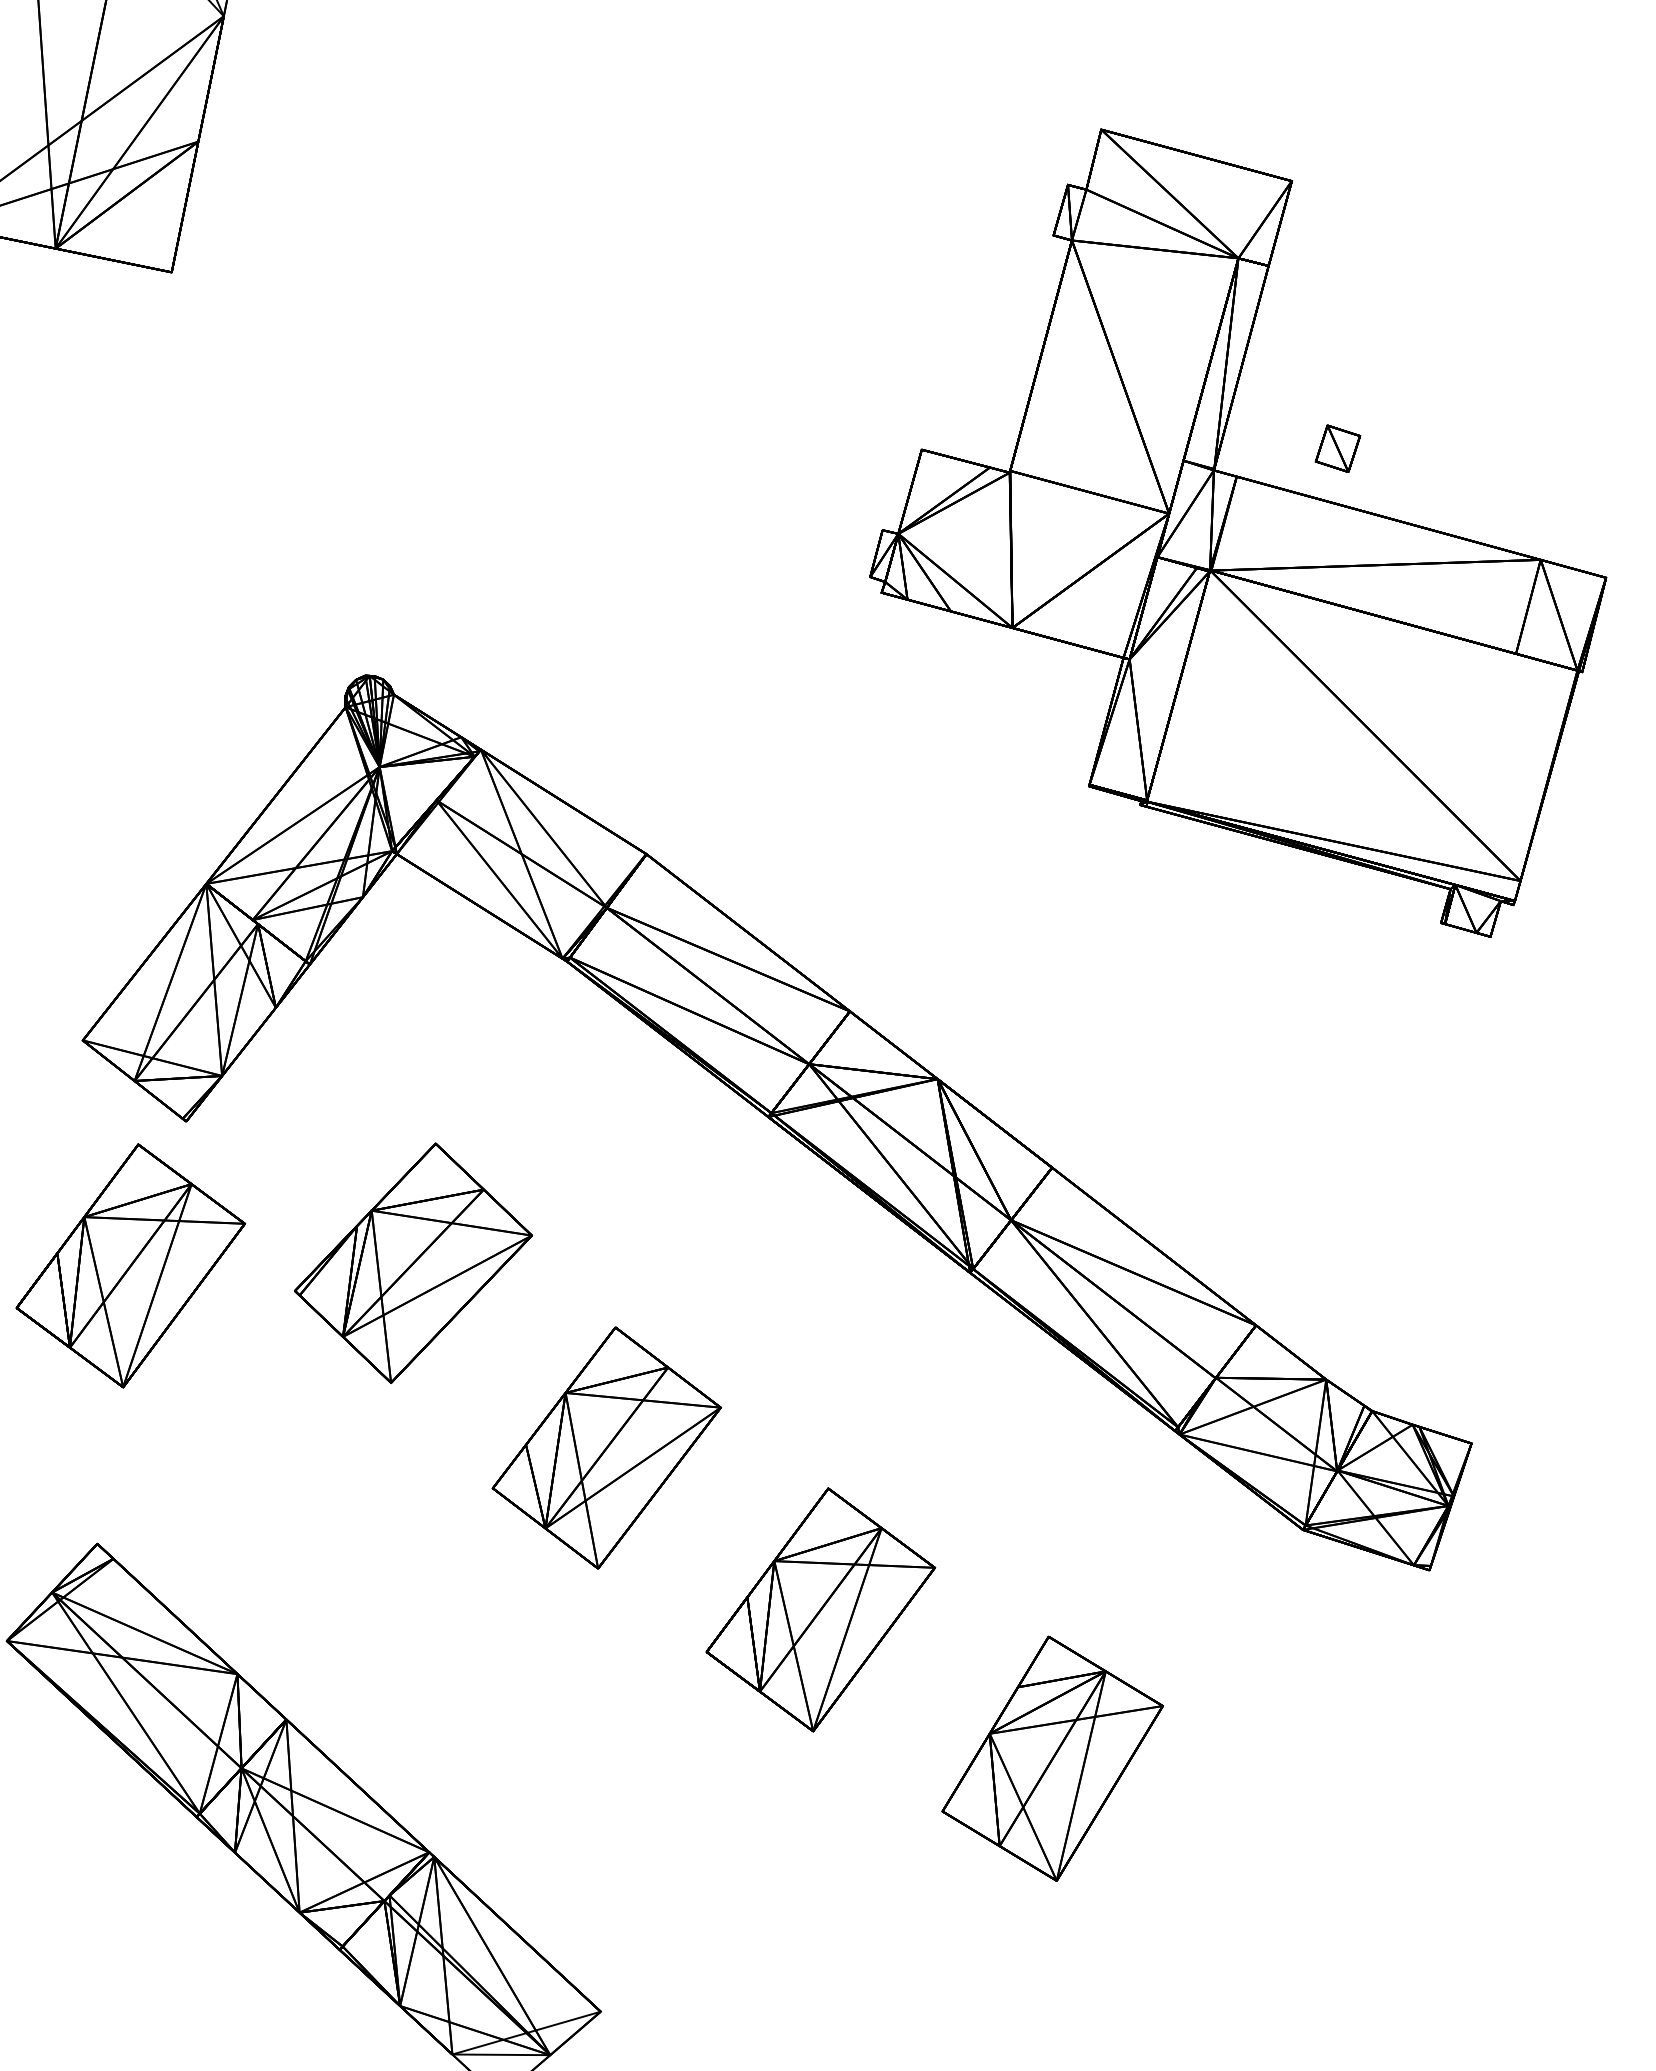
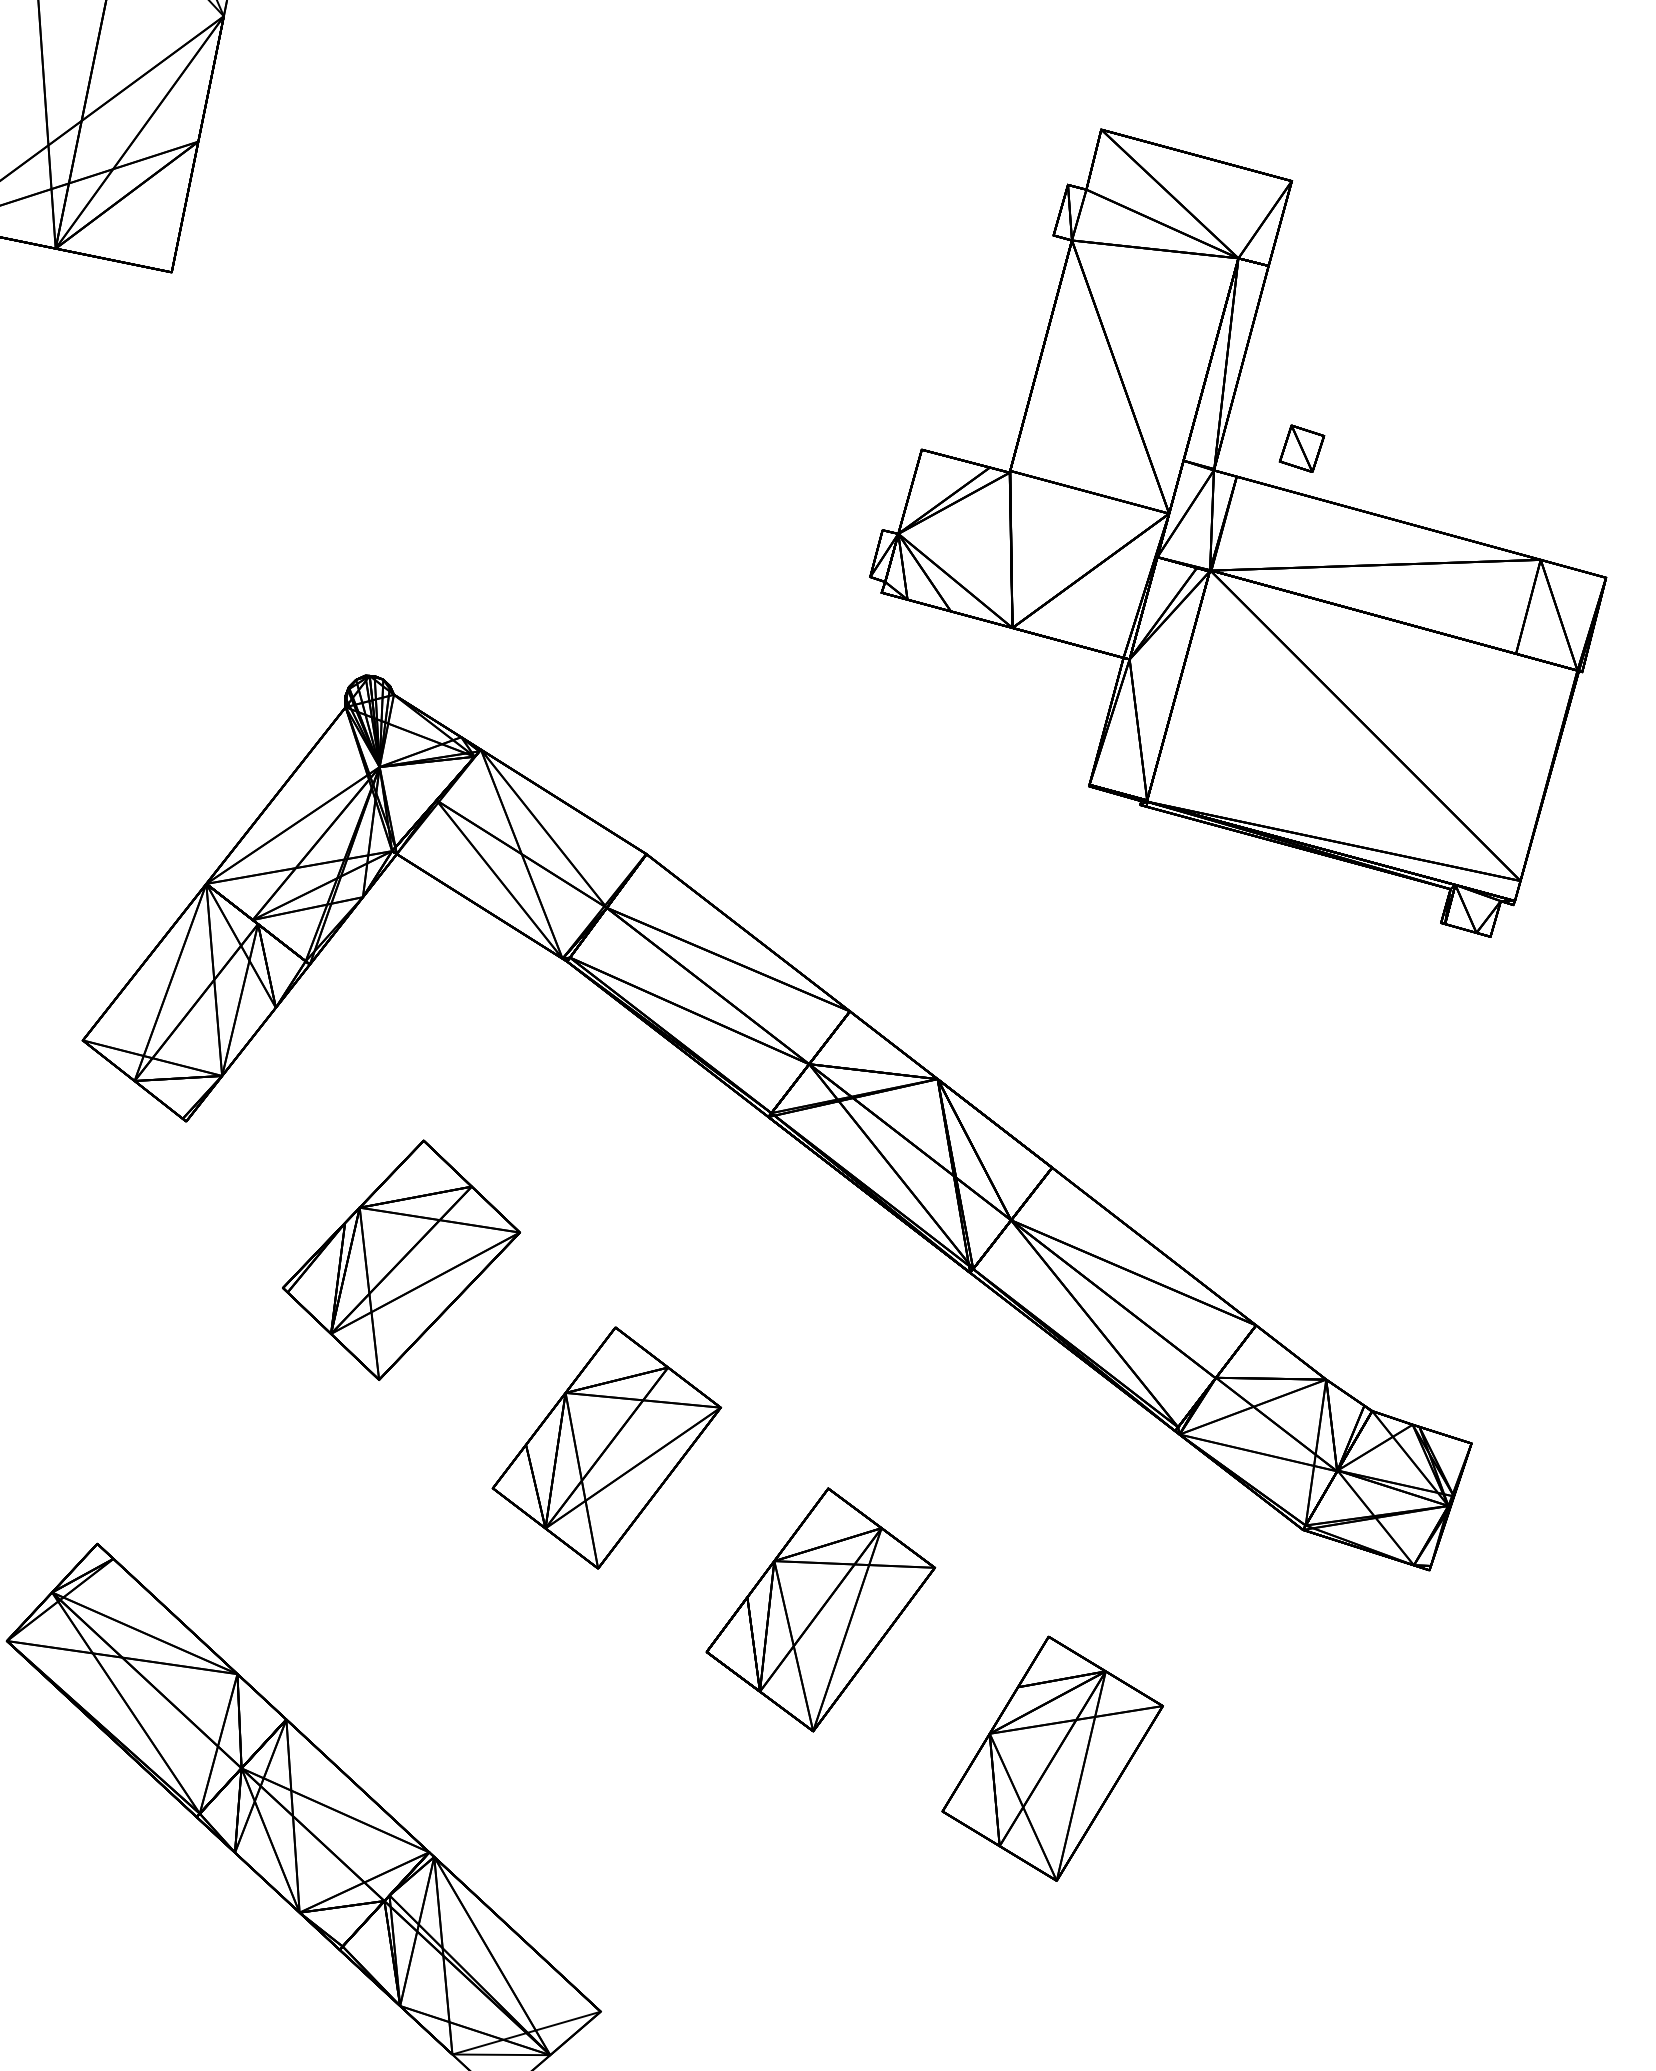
part at (1337, 448) position: (1337, 448) -> (1301, 448)
part at (413, 1262) position: (413, 1262) -> (401, 1259)
part at (130, 1265): present -> none
